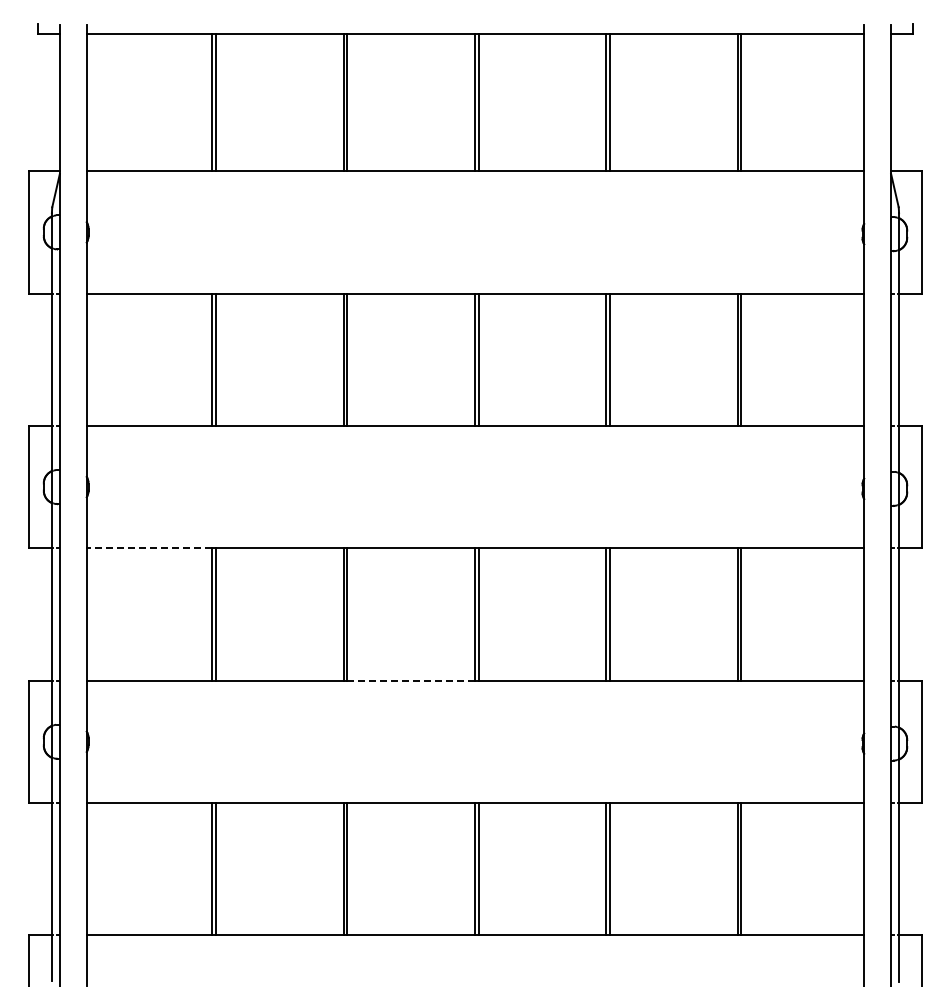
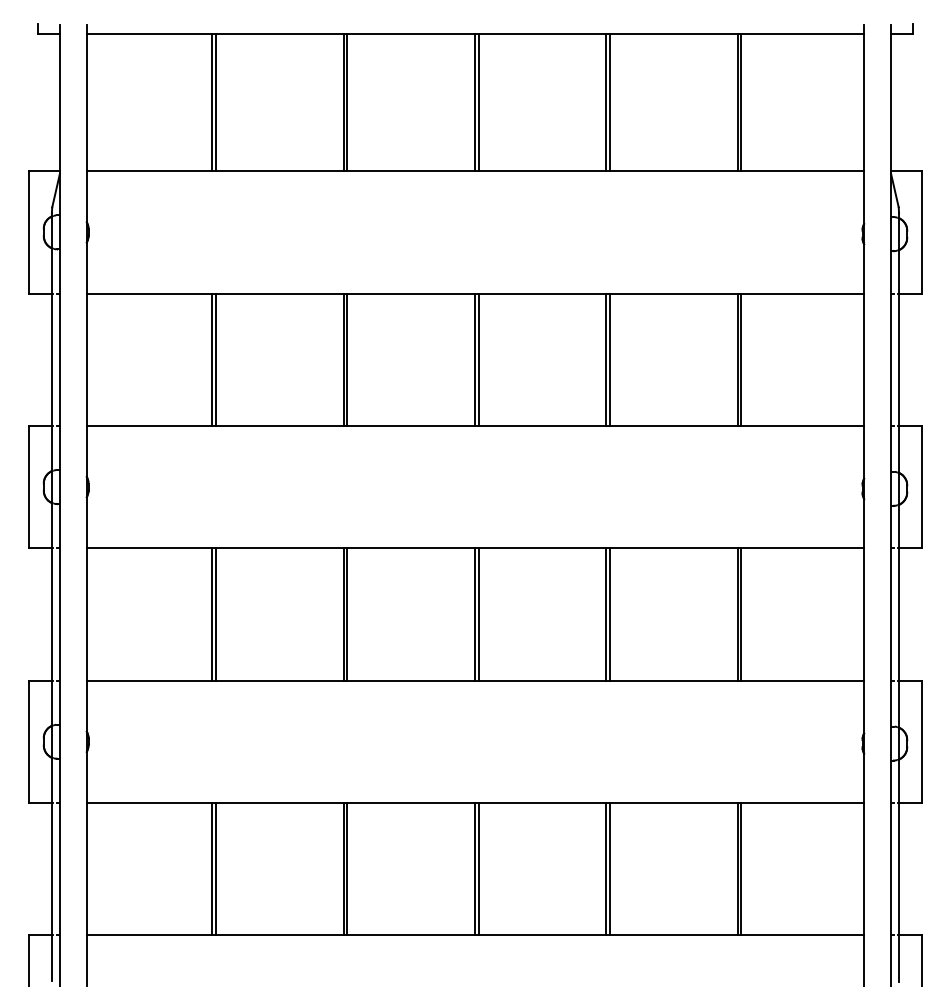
line at (149, 548): dashed -> solid
line at (411, 680): dashed -> solid
